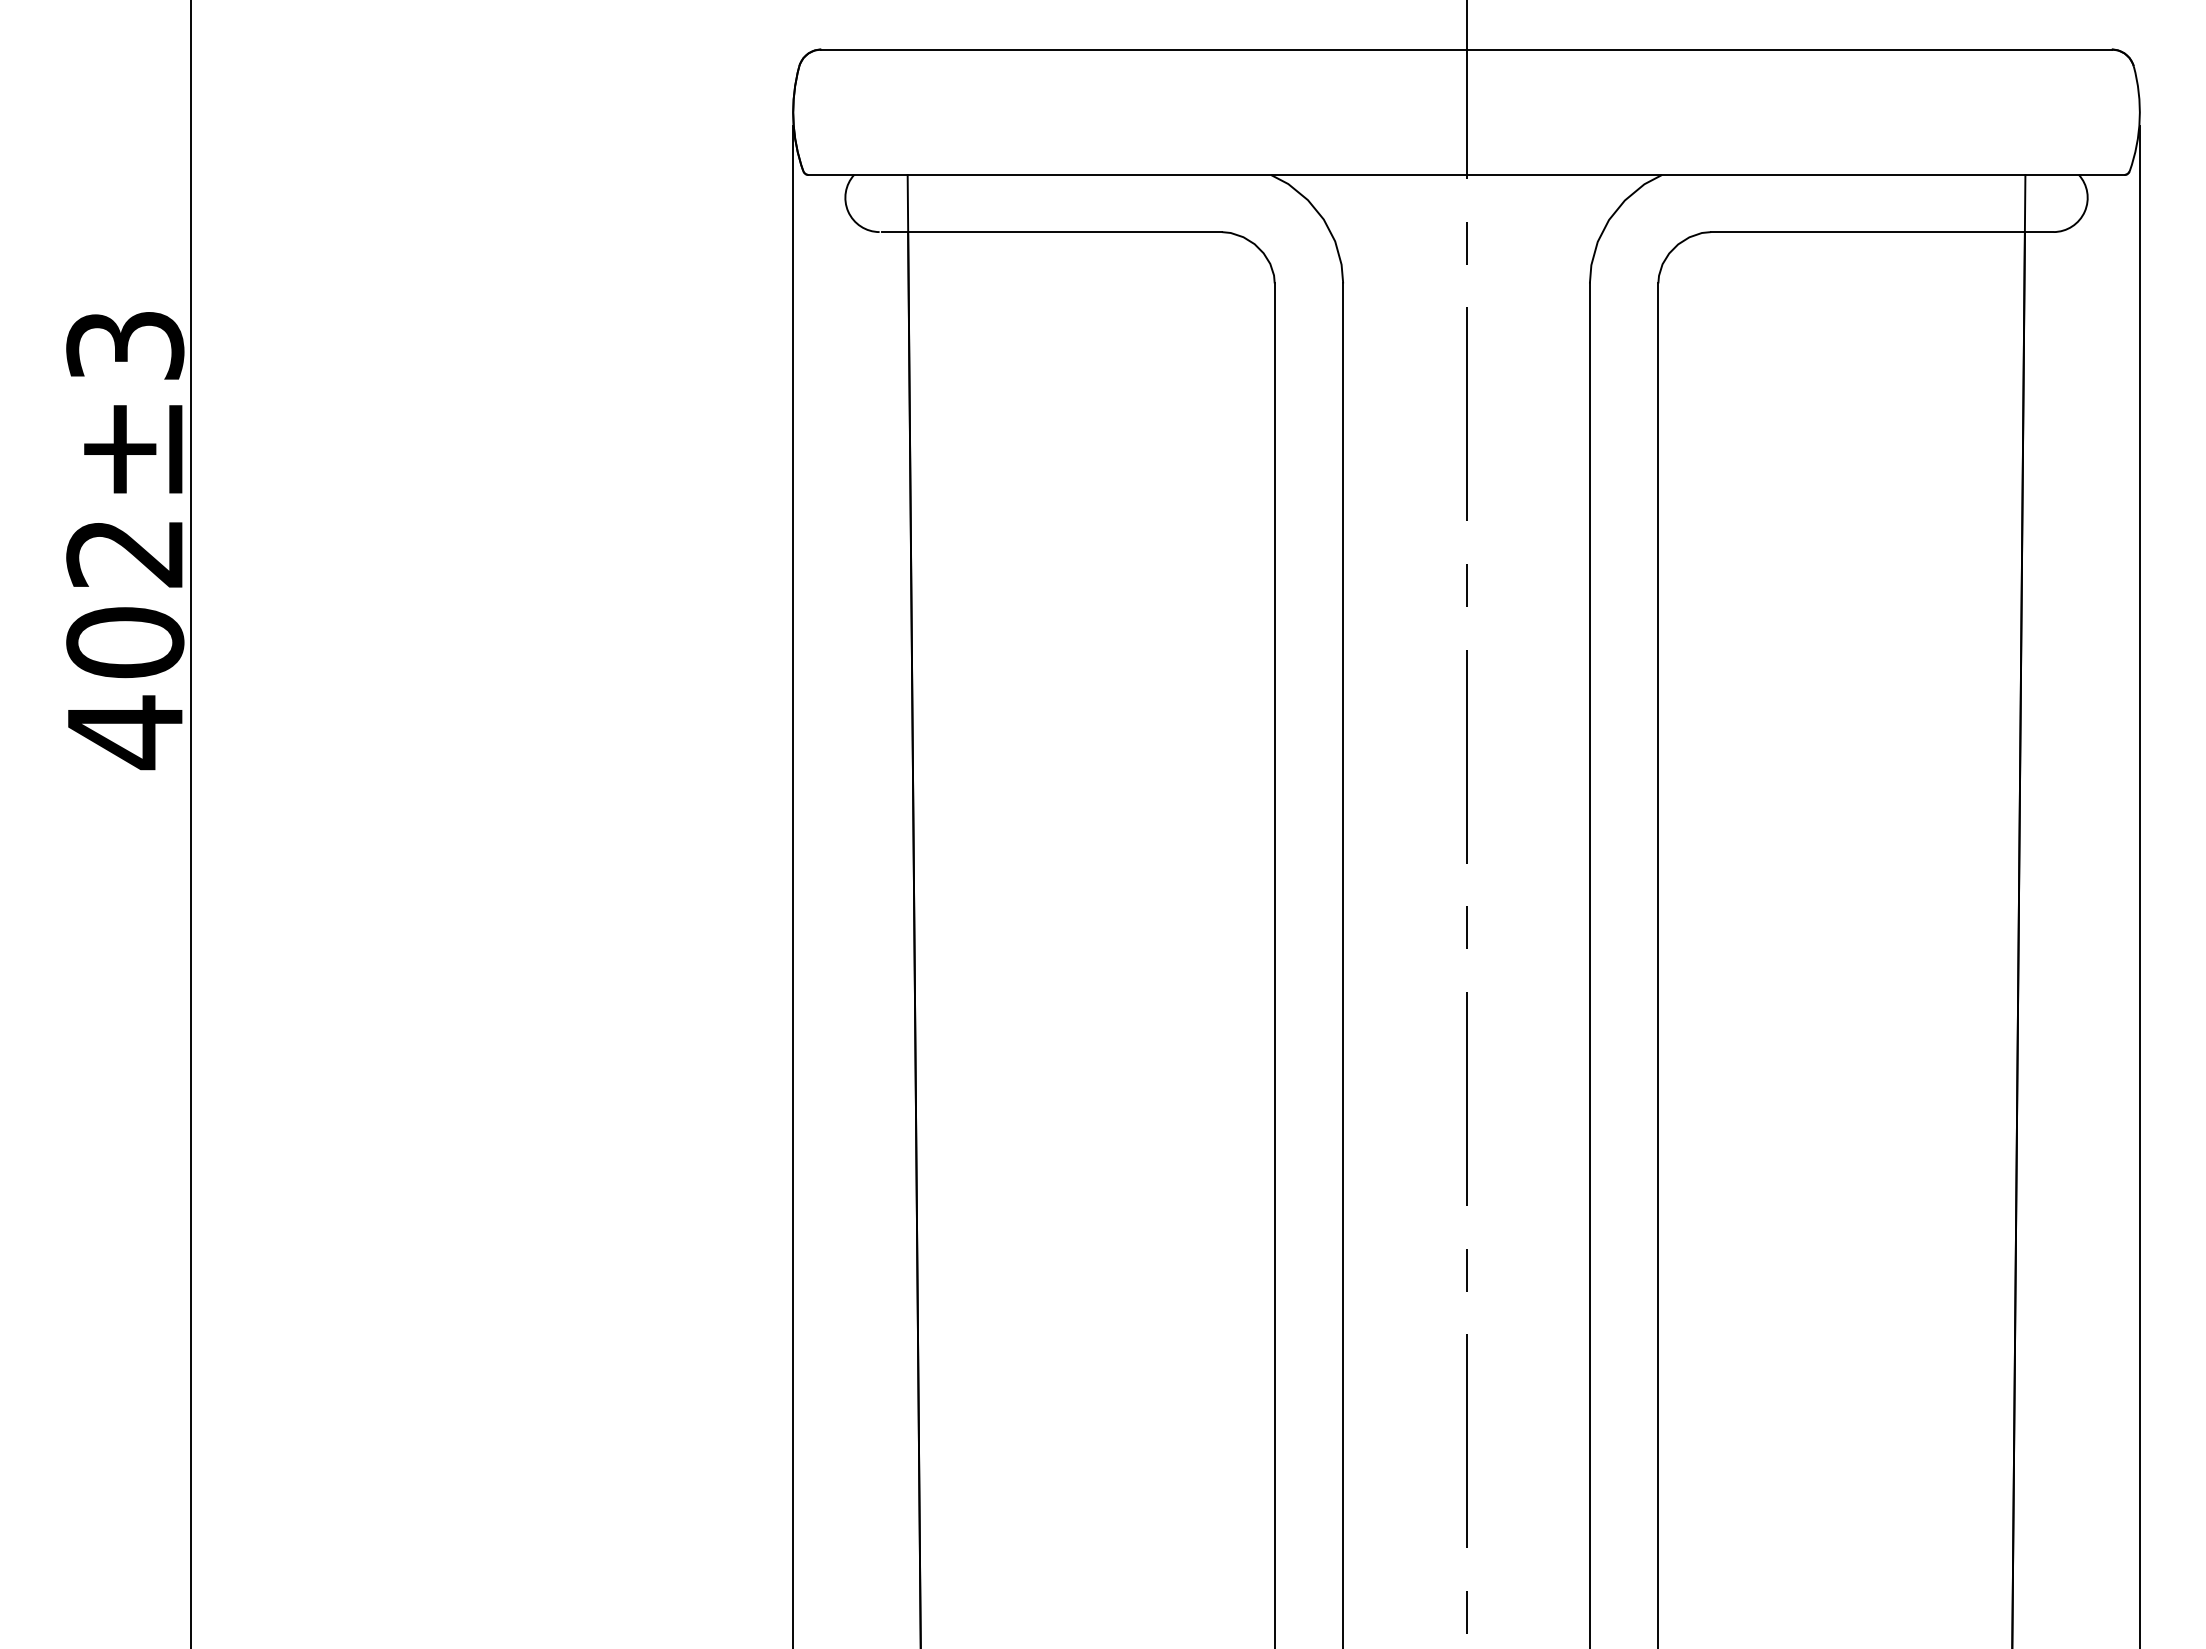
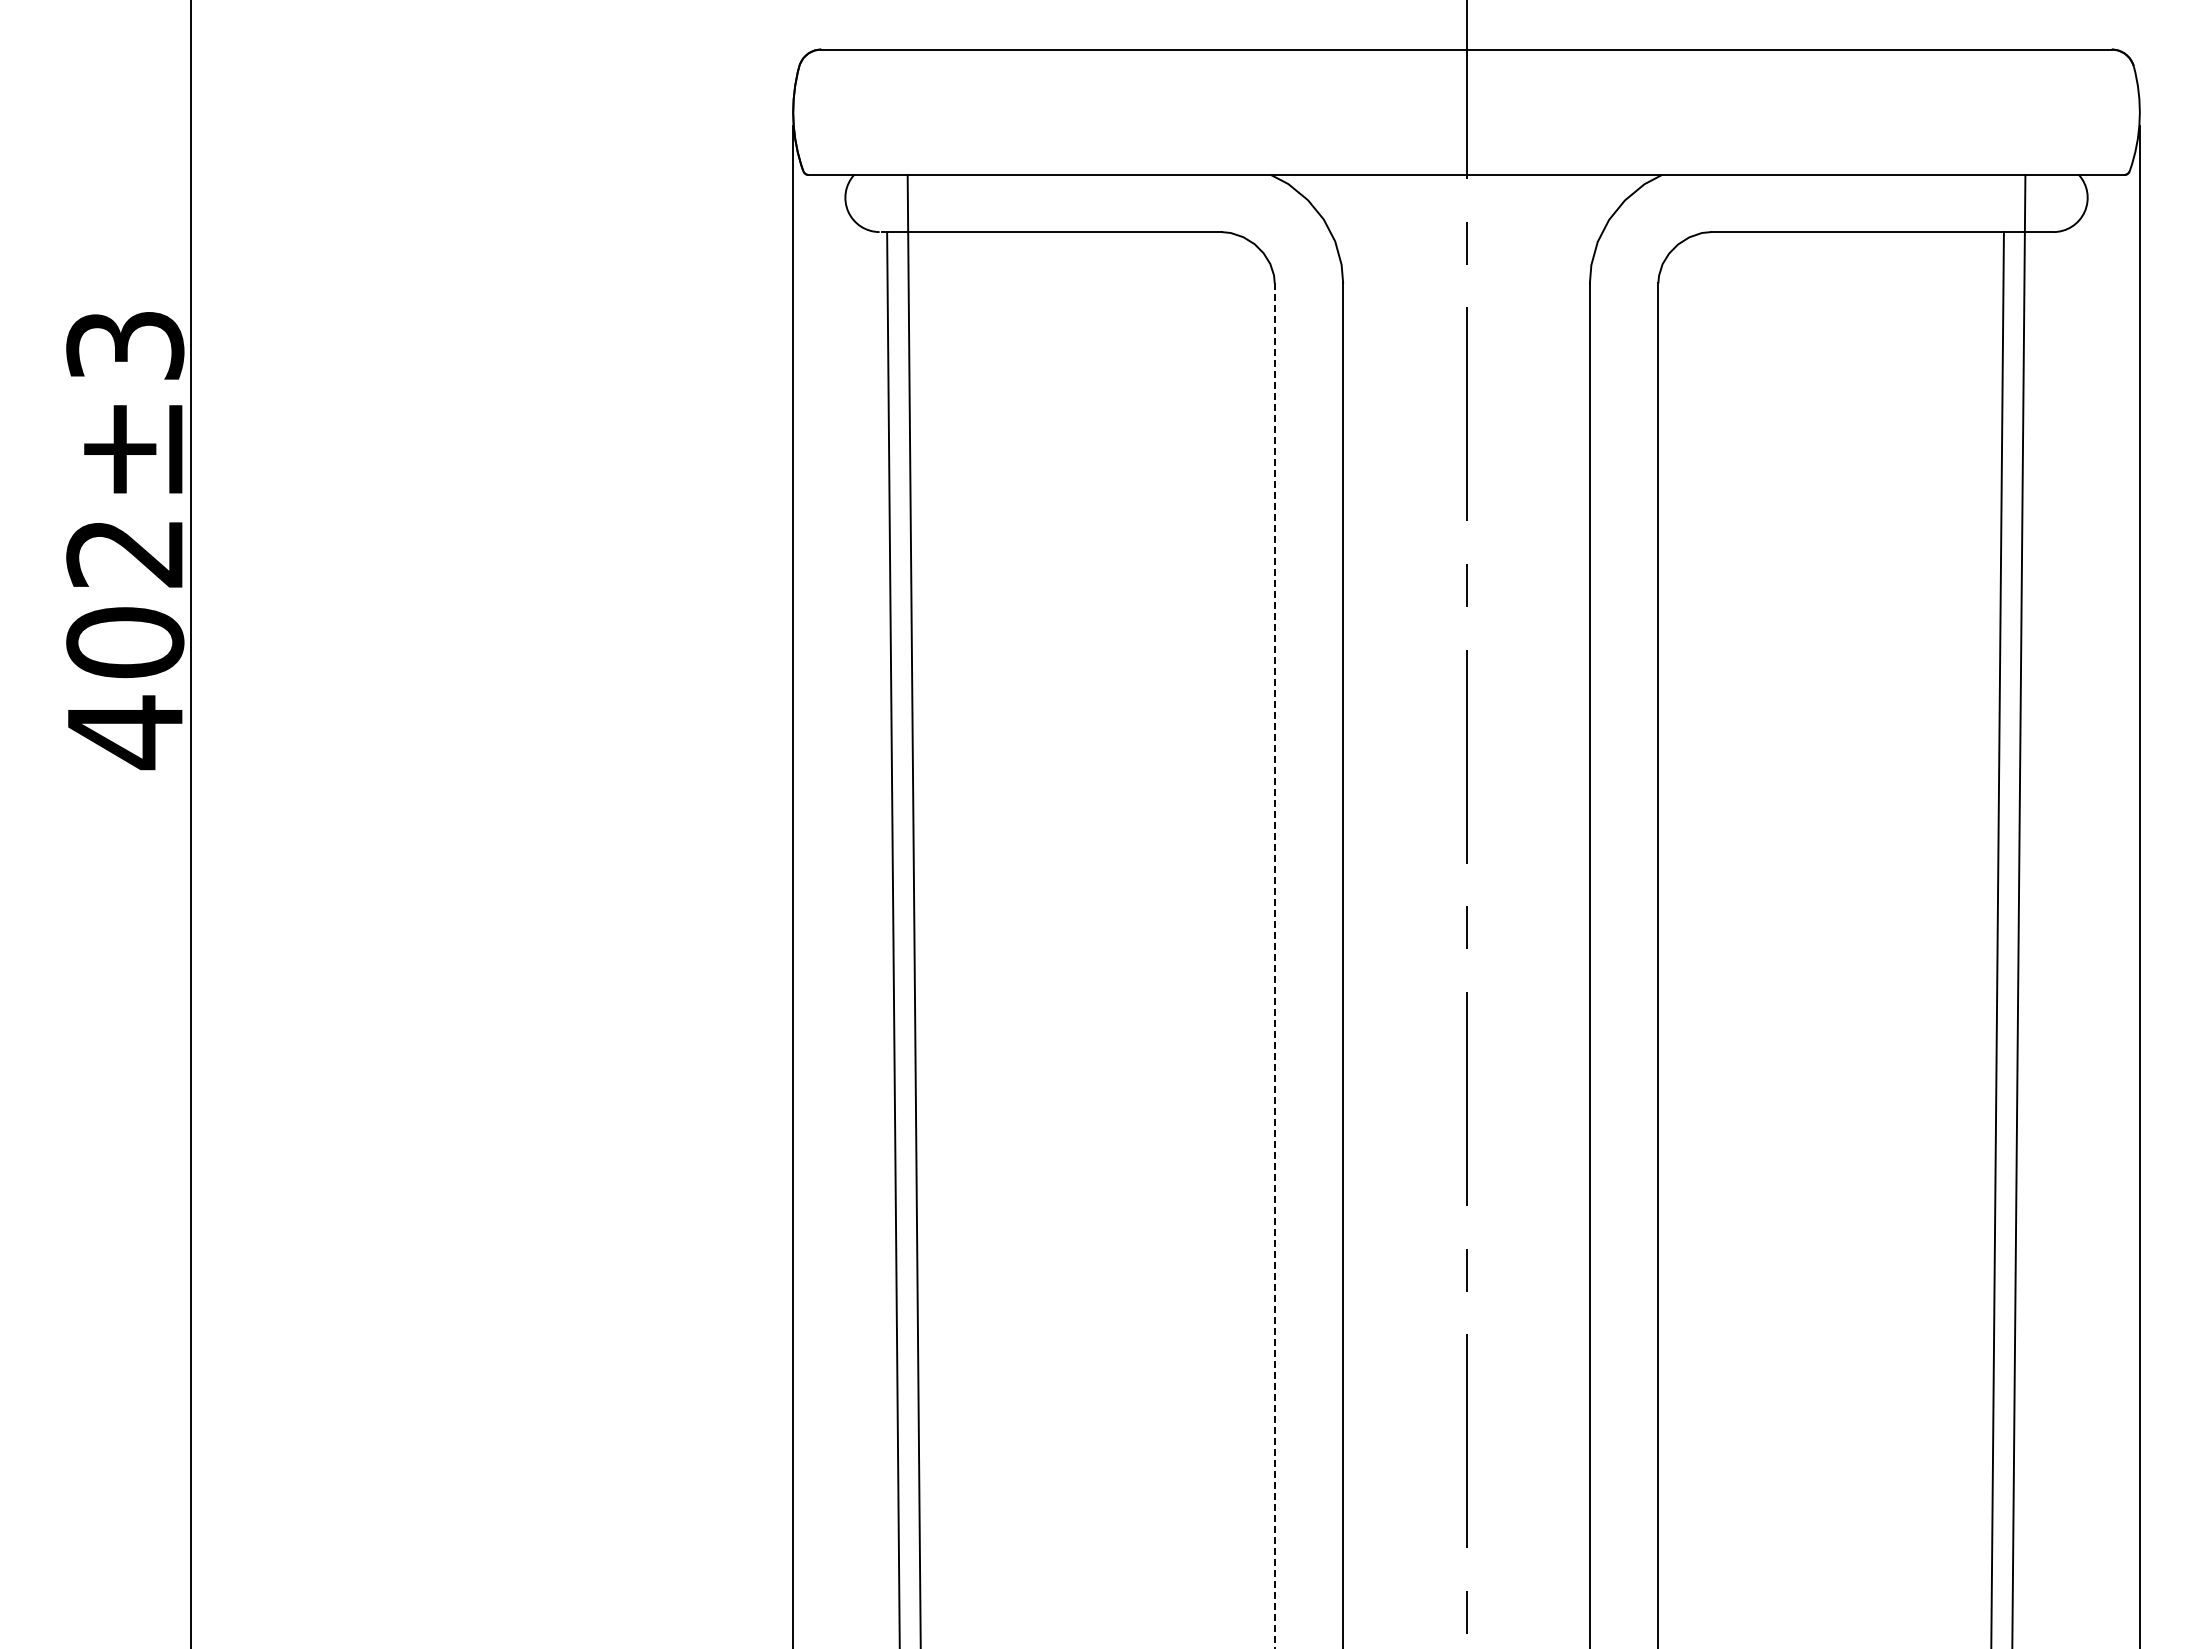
line at (914, 938) position: (914, 938) -> (893, 938)
line at (2018, 938) position: (2018, 938) -> (1997, 938)
line at (1274, 966): solid -> dashed
